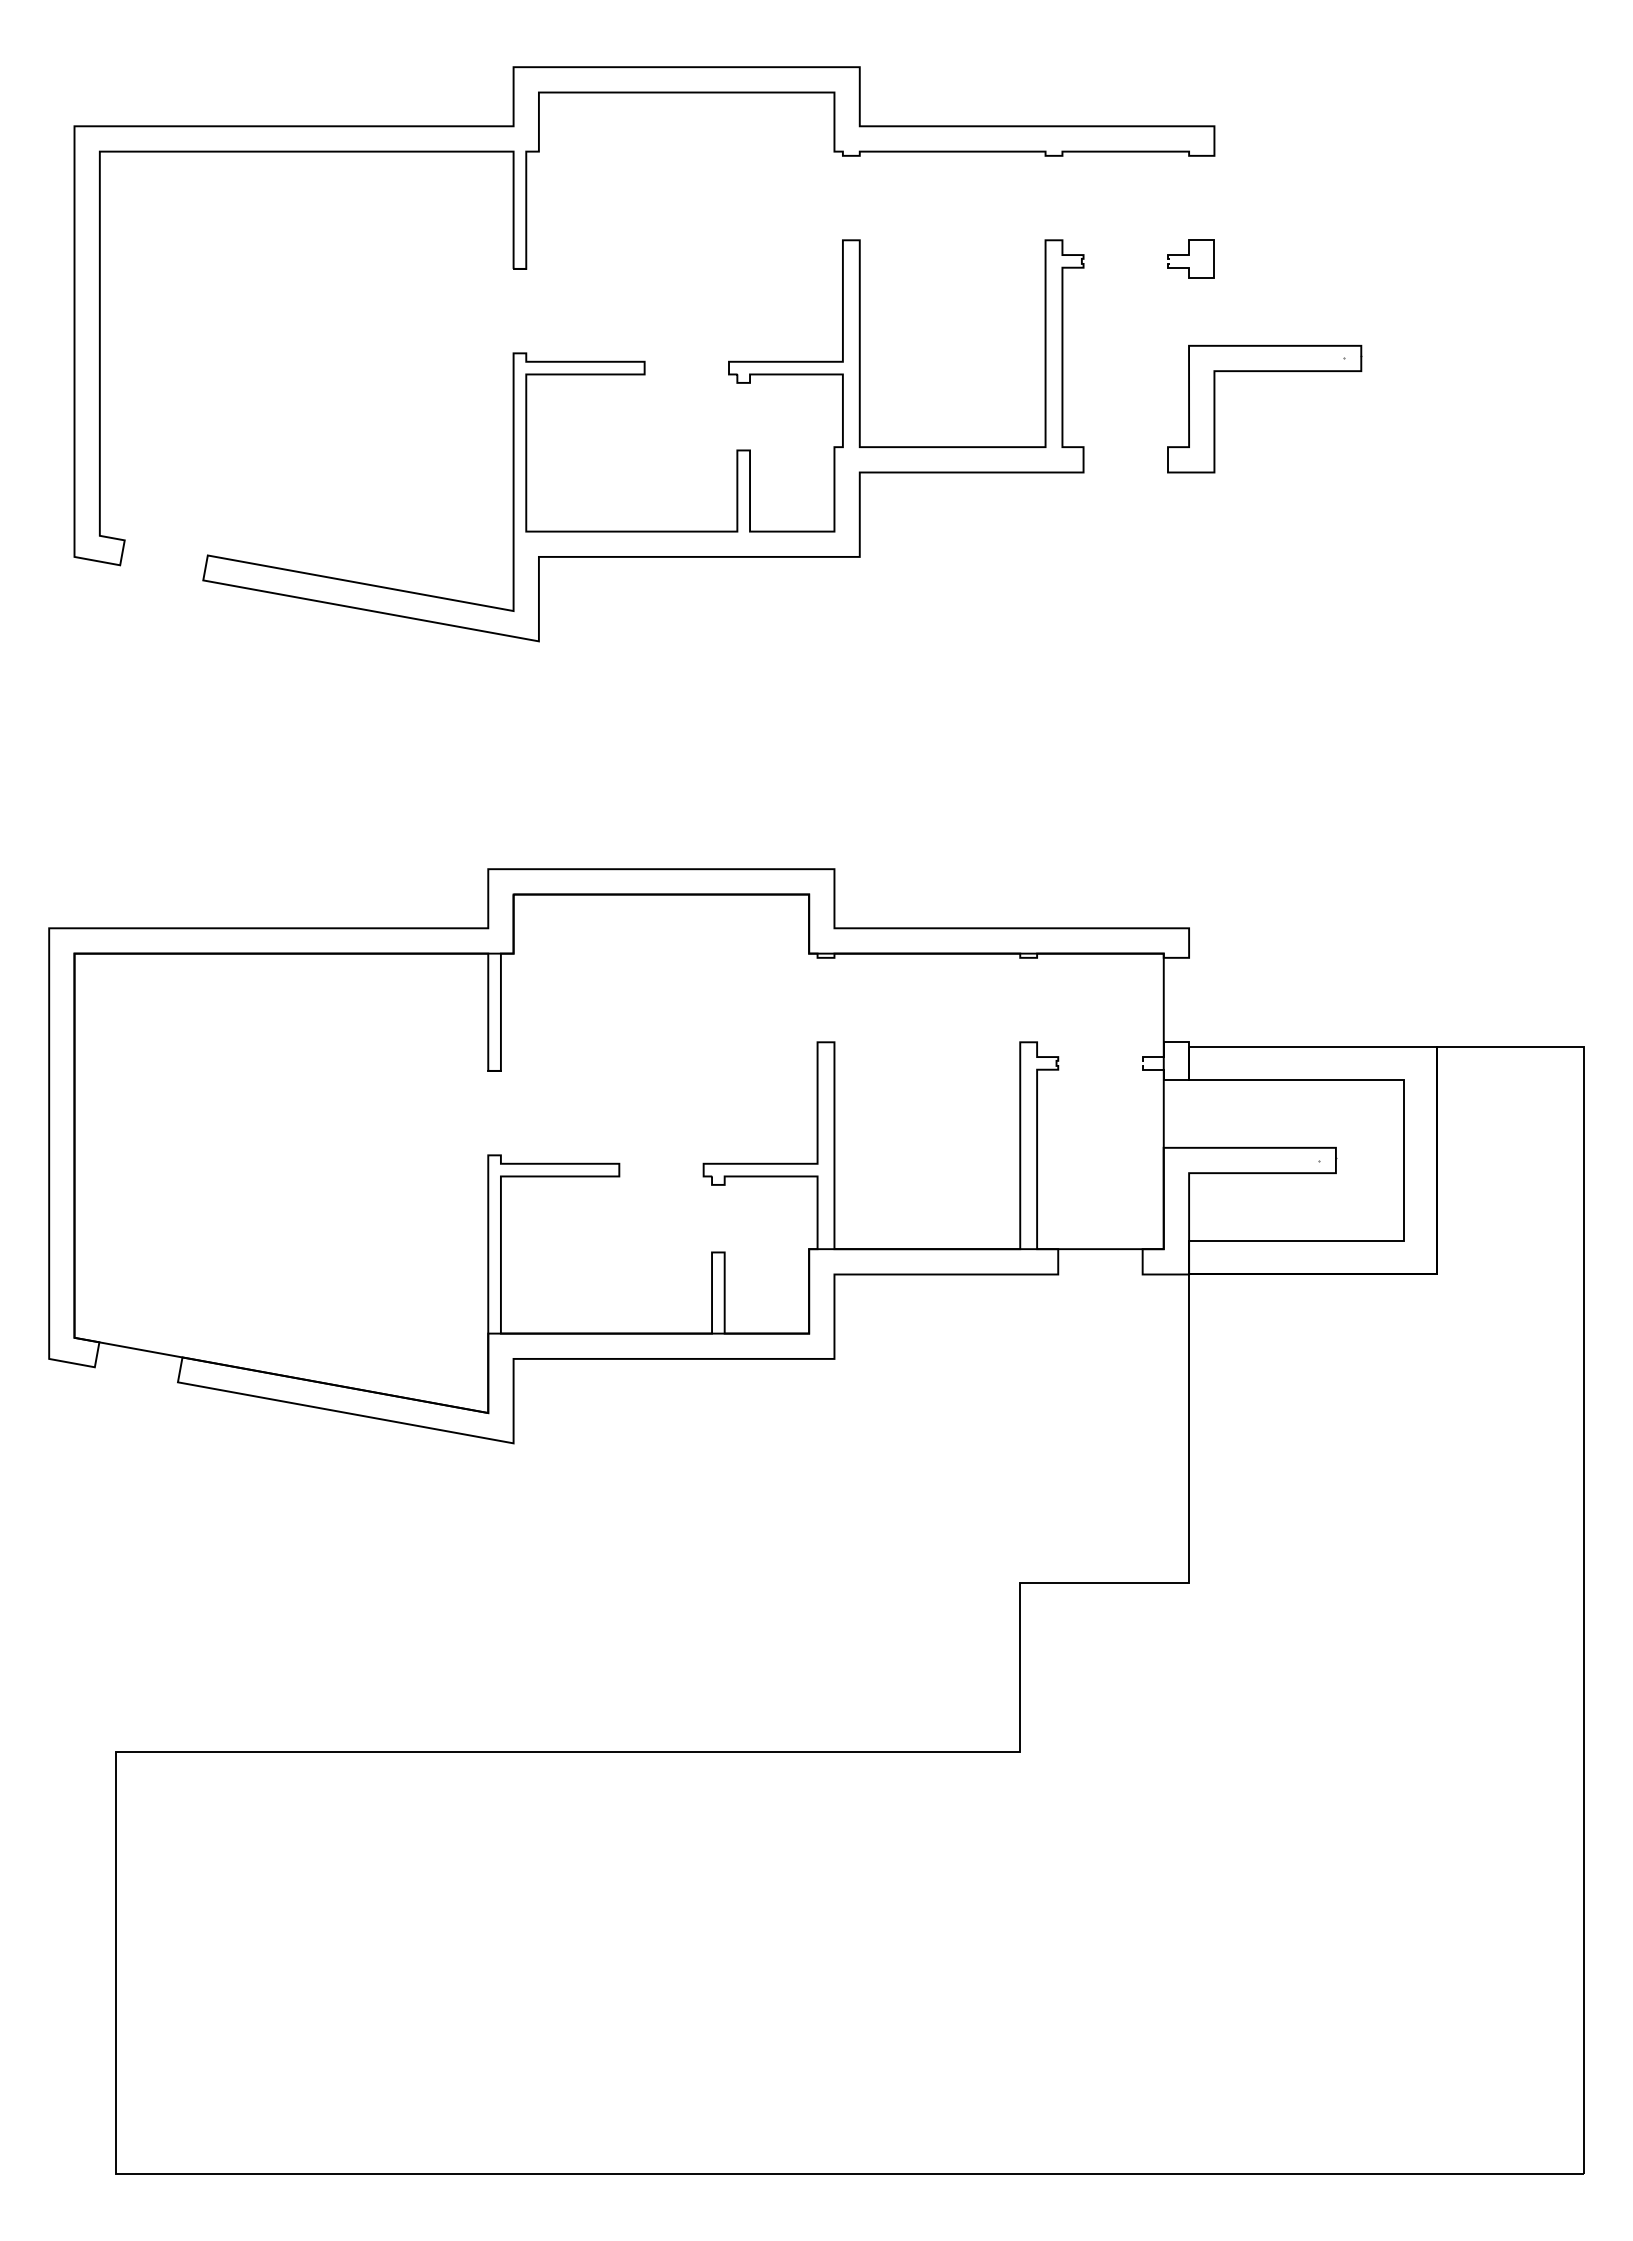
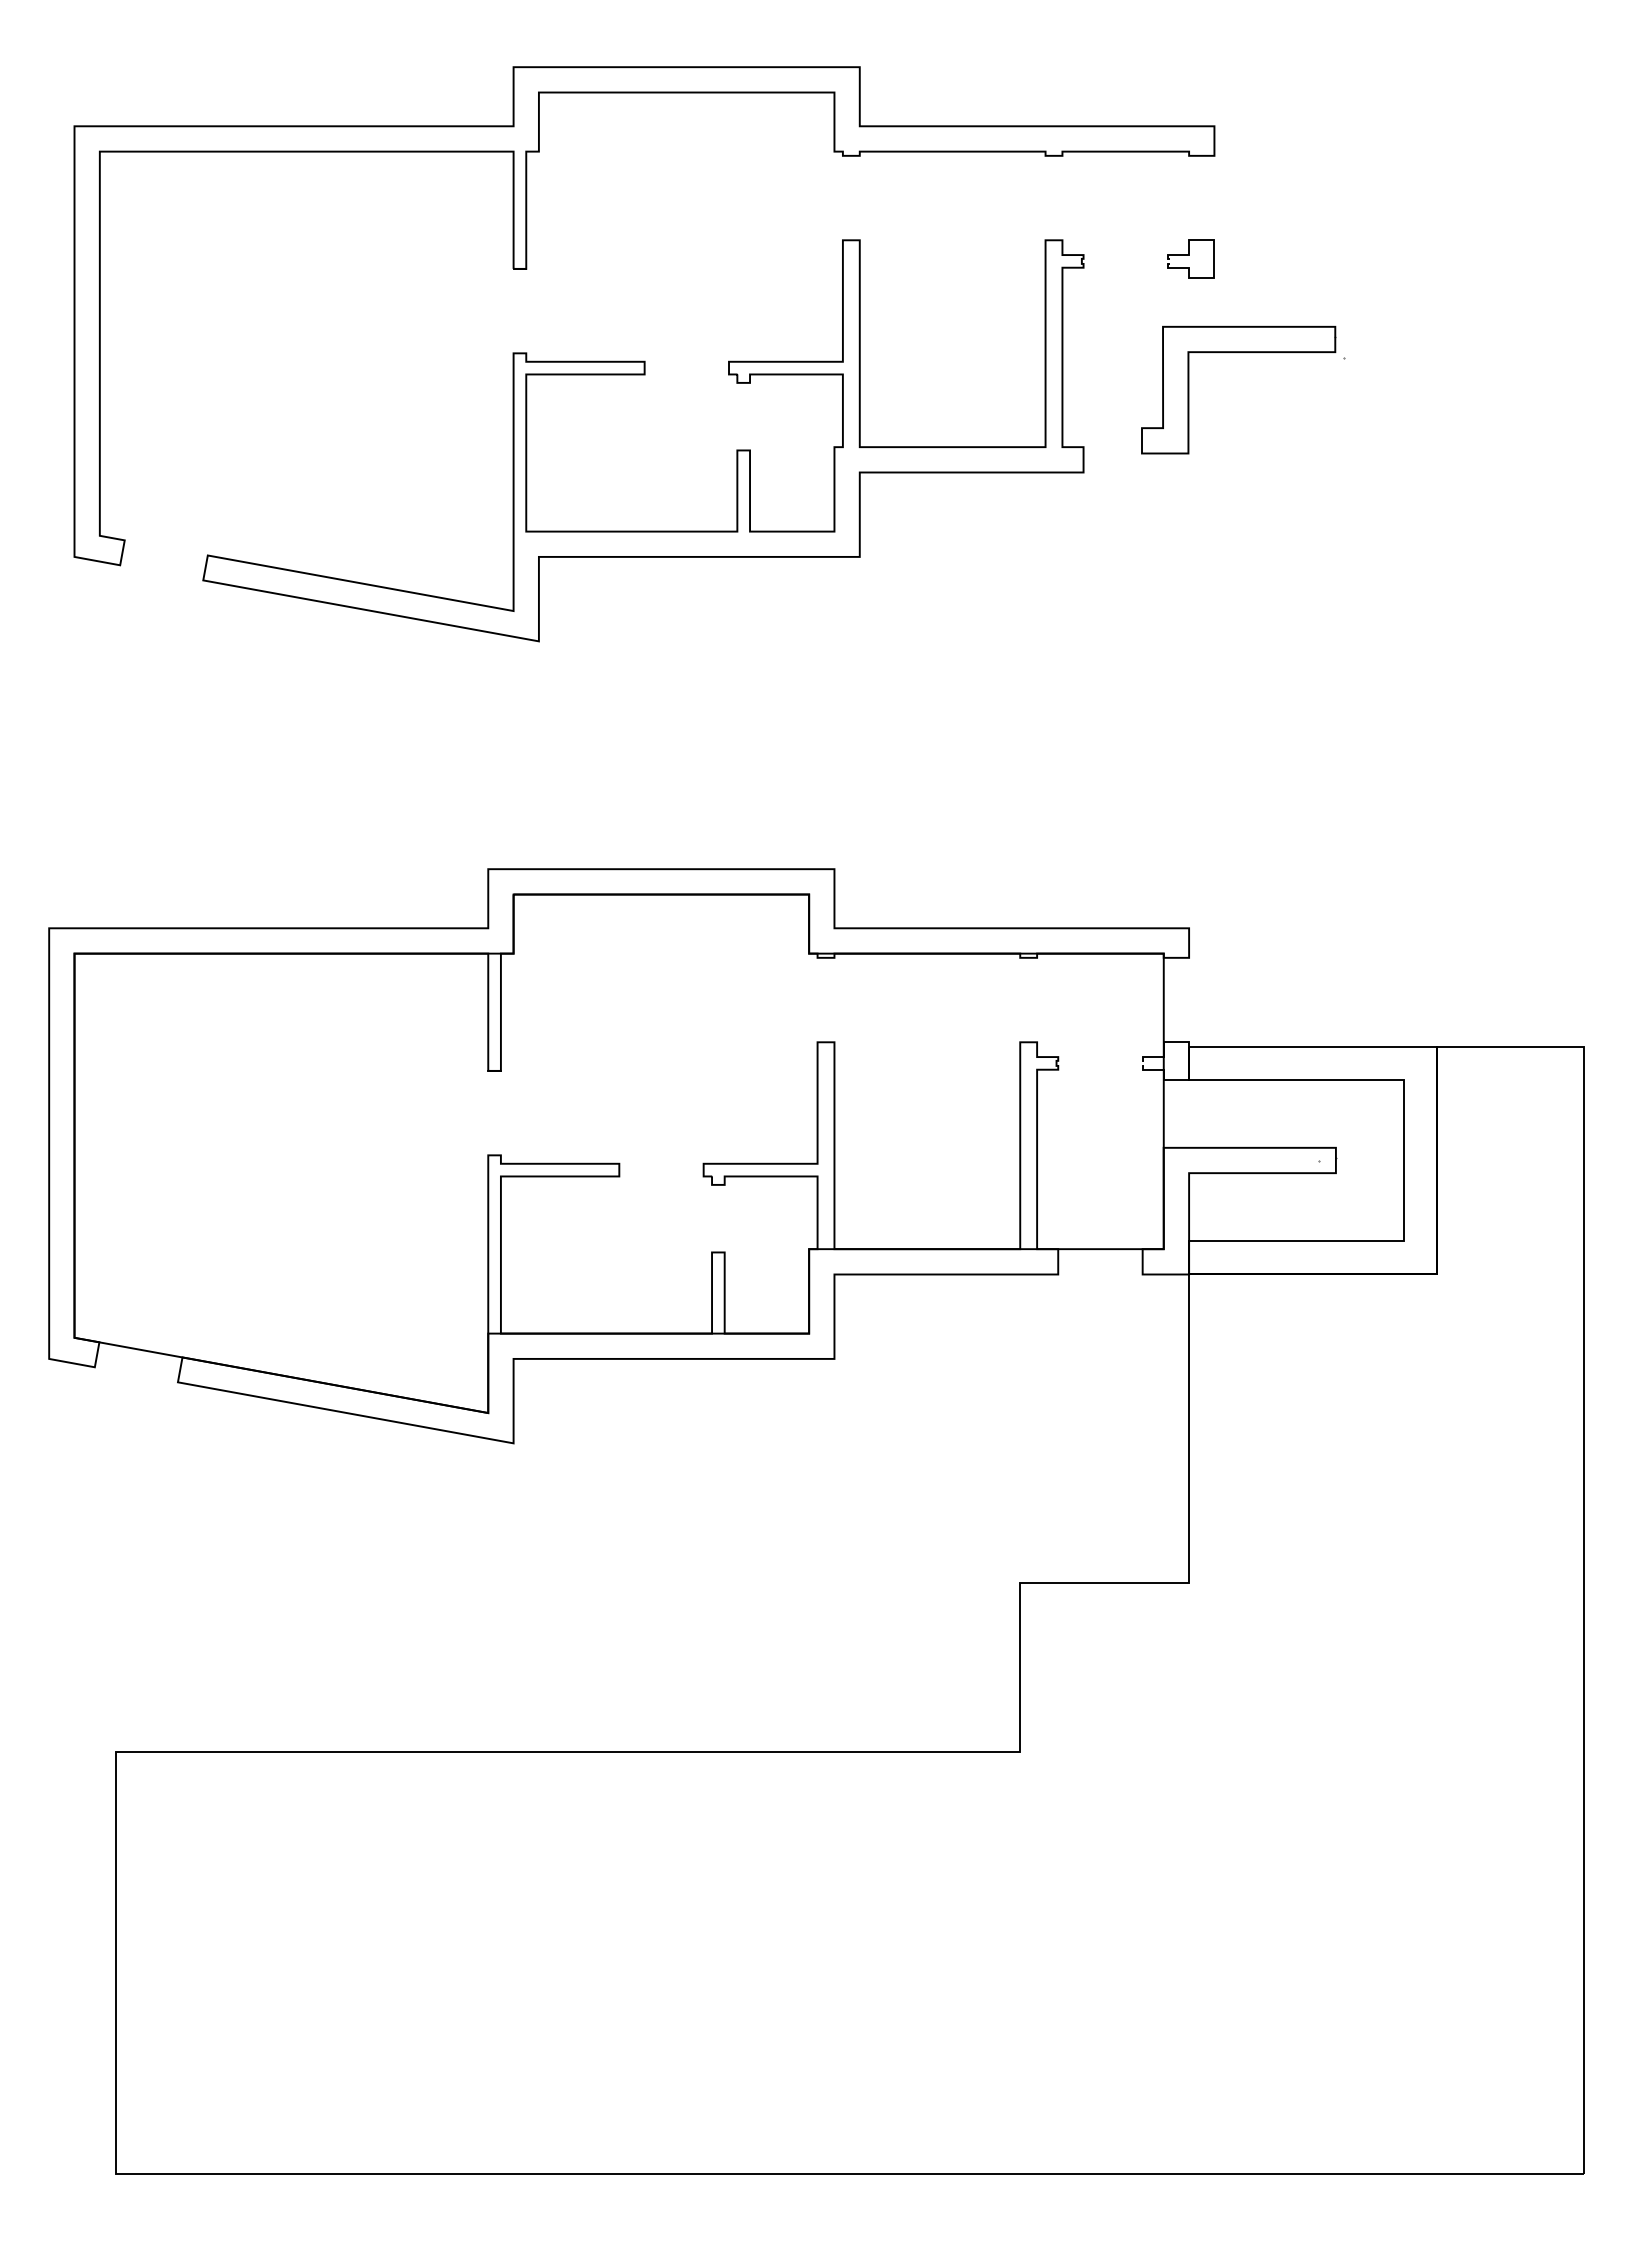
part at (1264, 372) position: (1264, 372) -> (1238, 353)
